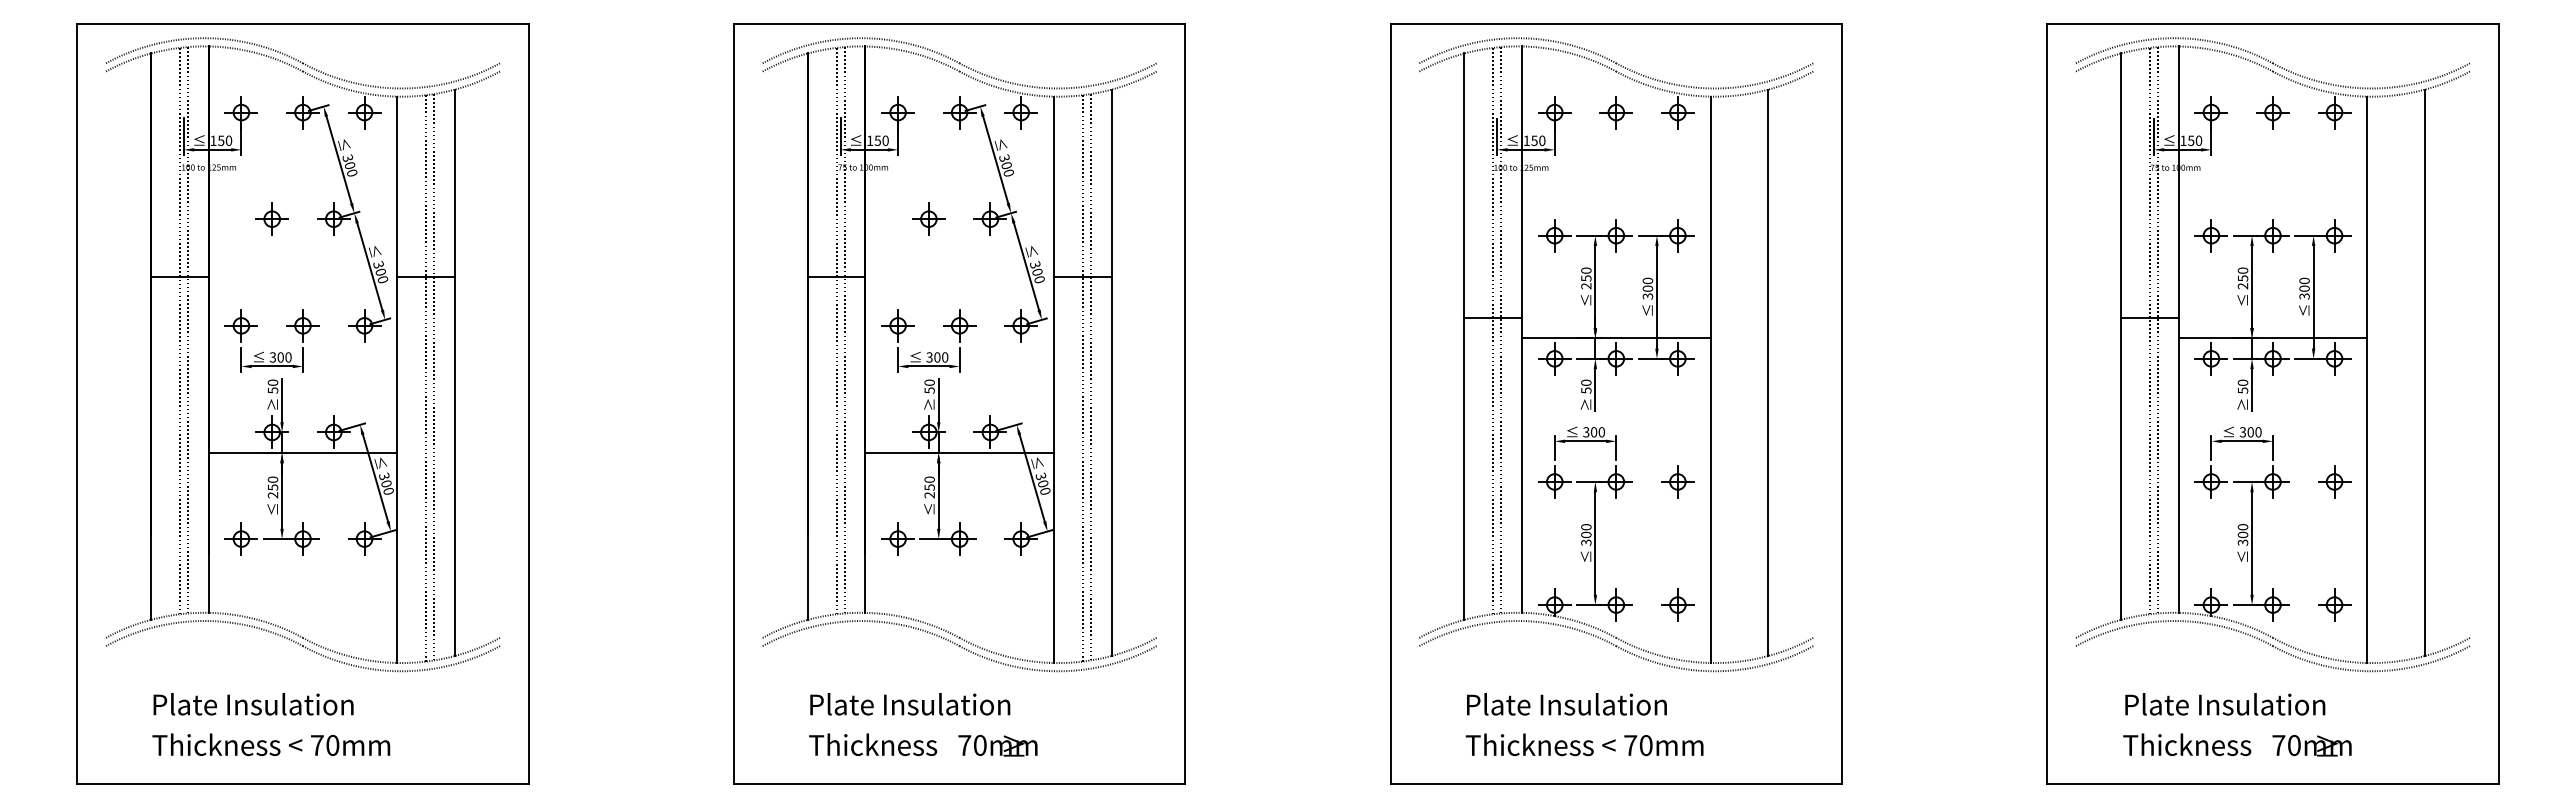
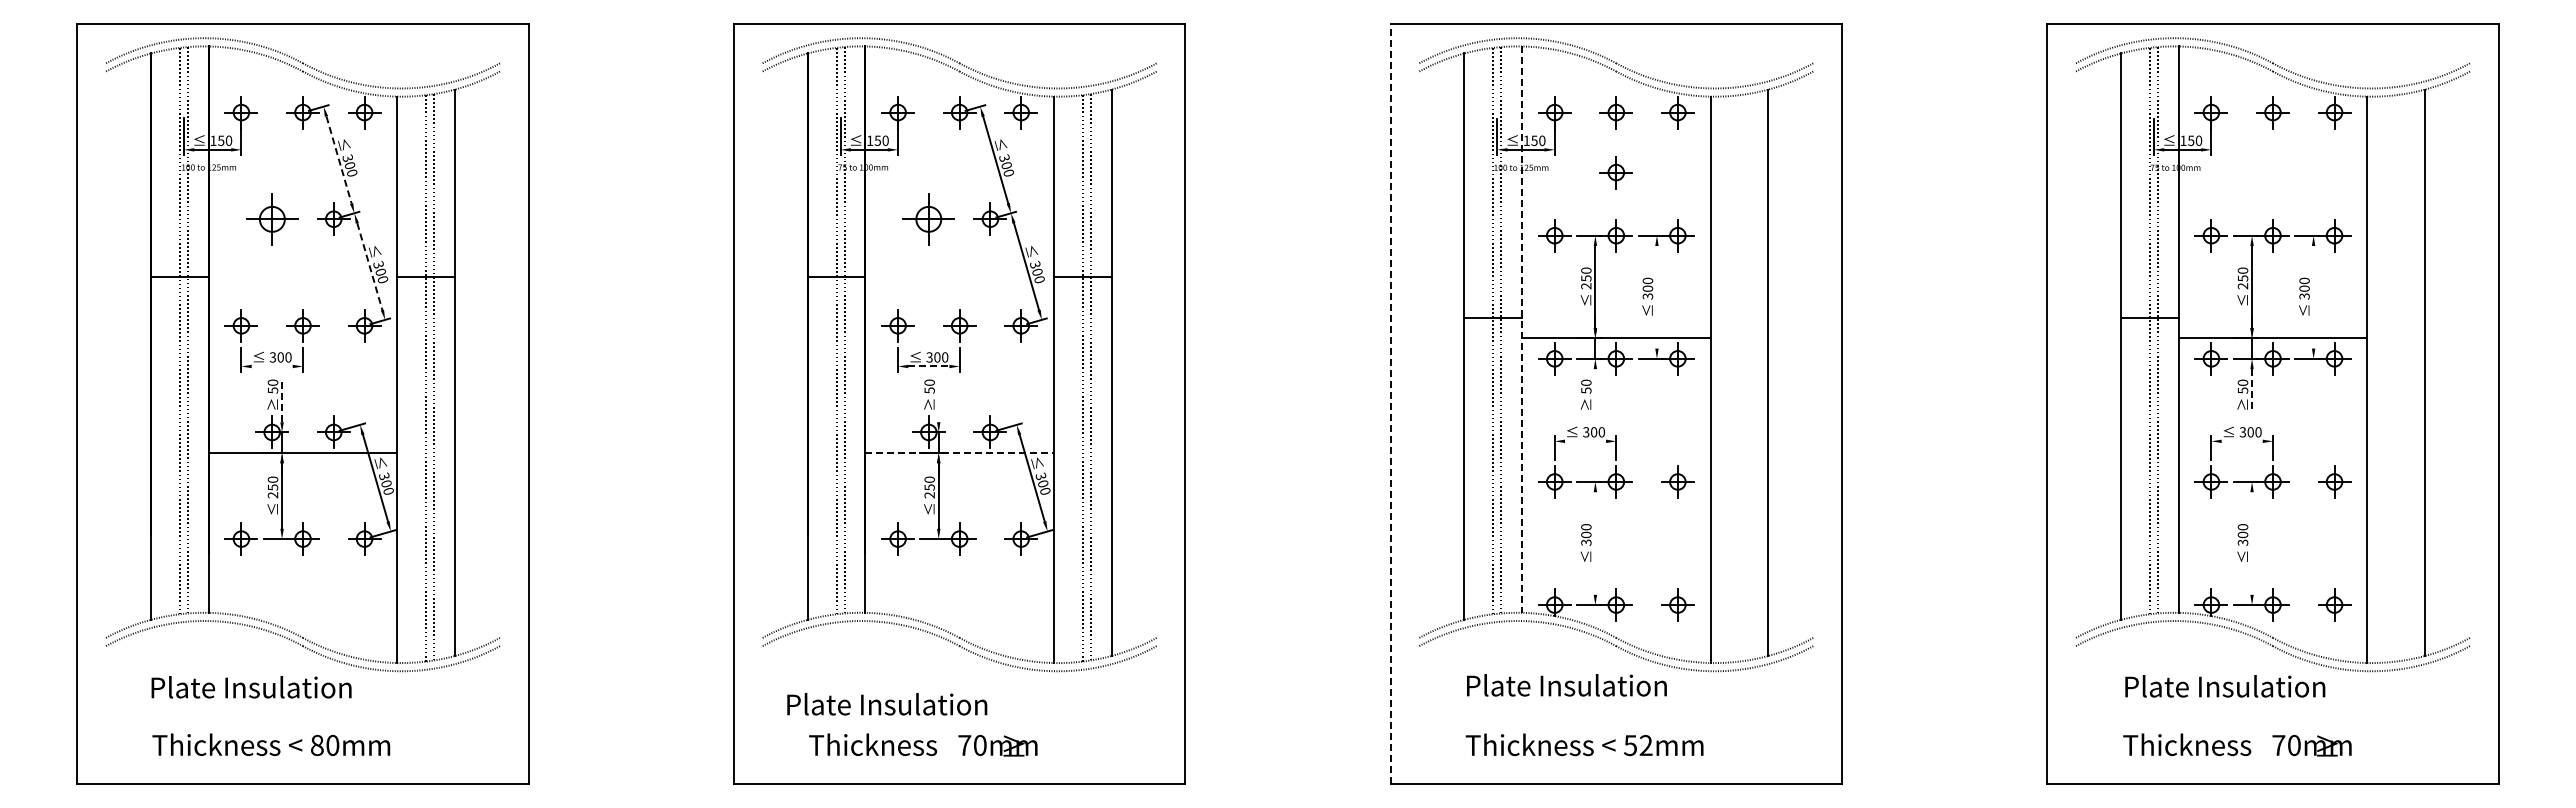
line at (339, 160): solid -> dashed
part at (1615, 172): none -> present
part at (271, 218) size: 34x34 px -> 53x53 px
part at (928, 218) size: 34x34 px -> 53x53 px
line at (369, 267): solid -> dashed
line at (1656, 296): present -> none
line at (2313, 296): present -> none
line at (1521, 330): solid -> dashed
line at (271, 366): present -> none
line at (928, 366): solid -> dashed
line at (1595, 390): present -> none
line at (2252, 390): solid -> dashed
line at (282, 400): solid -> dashed
line at (938, 400): present -> none
line at (1390, 403): solid -> dashed
line at (1585, 441): present -> none
line at (2241, 441): present -> none
line at (960, 453): solid -> dashed
line at (1595, 543): present -> none
line at (2252, 543): present -> none
text at (253, 704) position: (253, 704) -> (251, 687)
text at (910, 704) position: (910, 704) -> (887, 704)
text at (1566, 704) position: (1566, 704) -> (1566, 685)
text at (2225, 704) position: (2225, 704) -> (2225, 686)
text at (317, 745): 70mm -> 80mm
text at (1638, 745): 70mm -> 52mm
